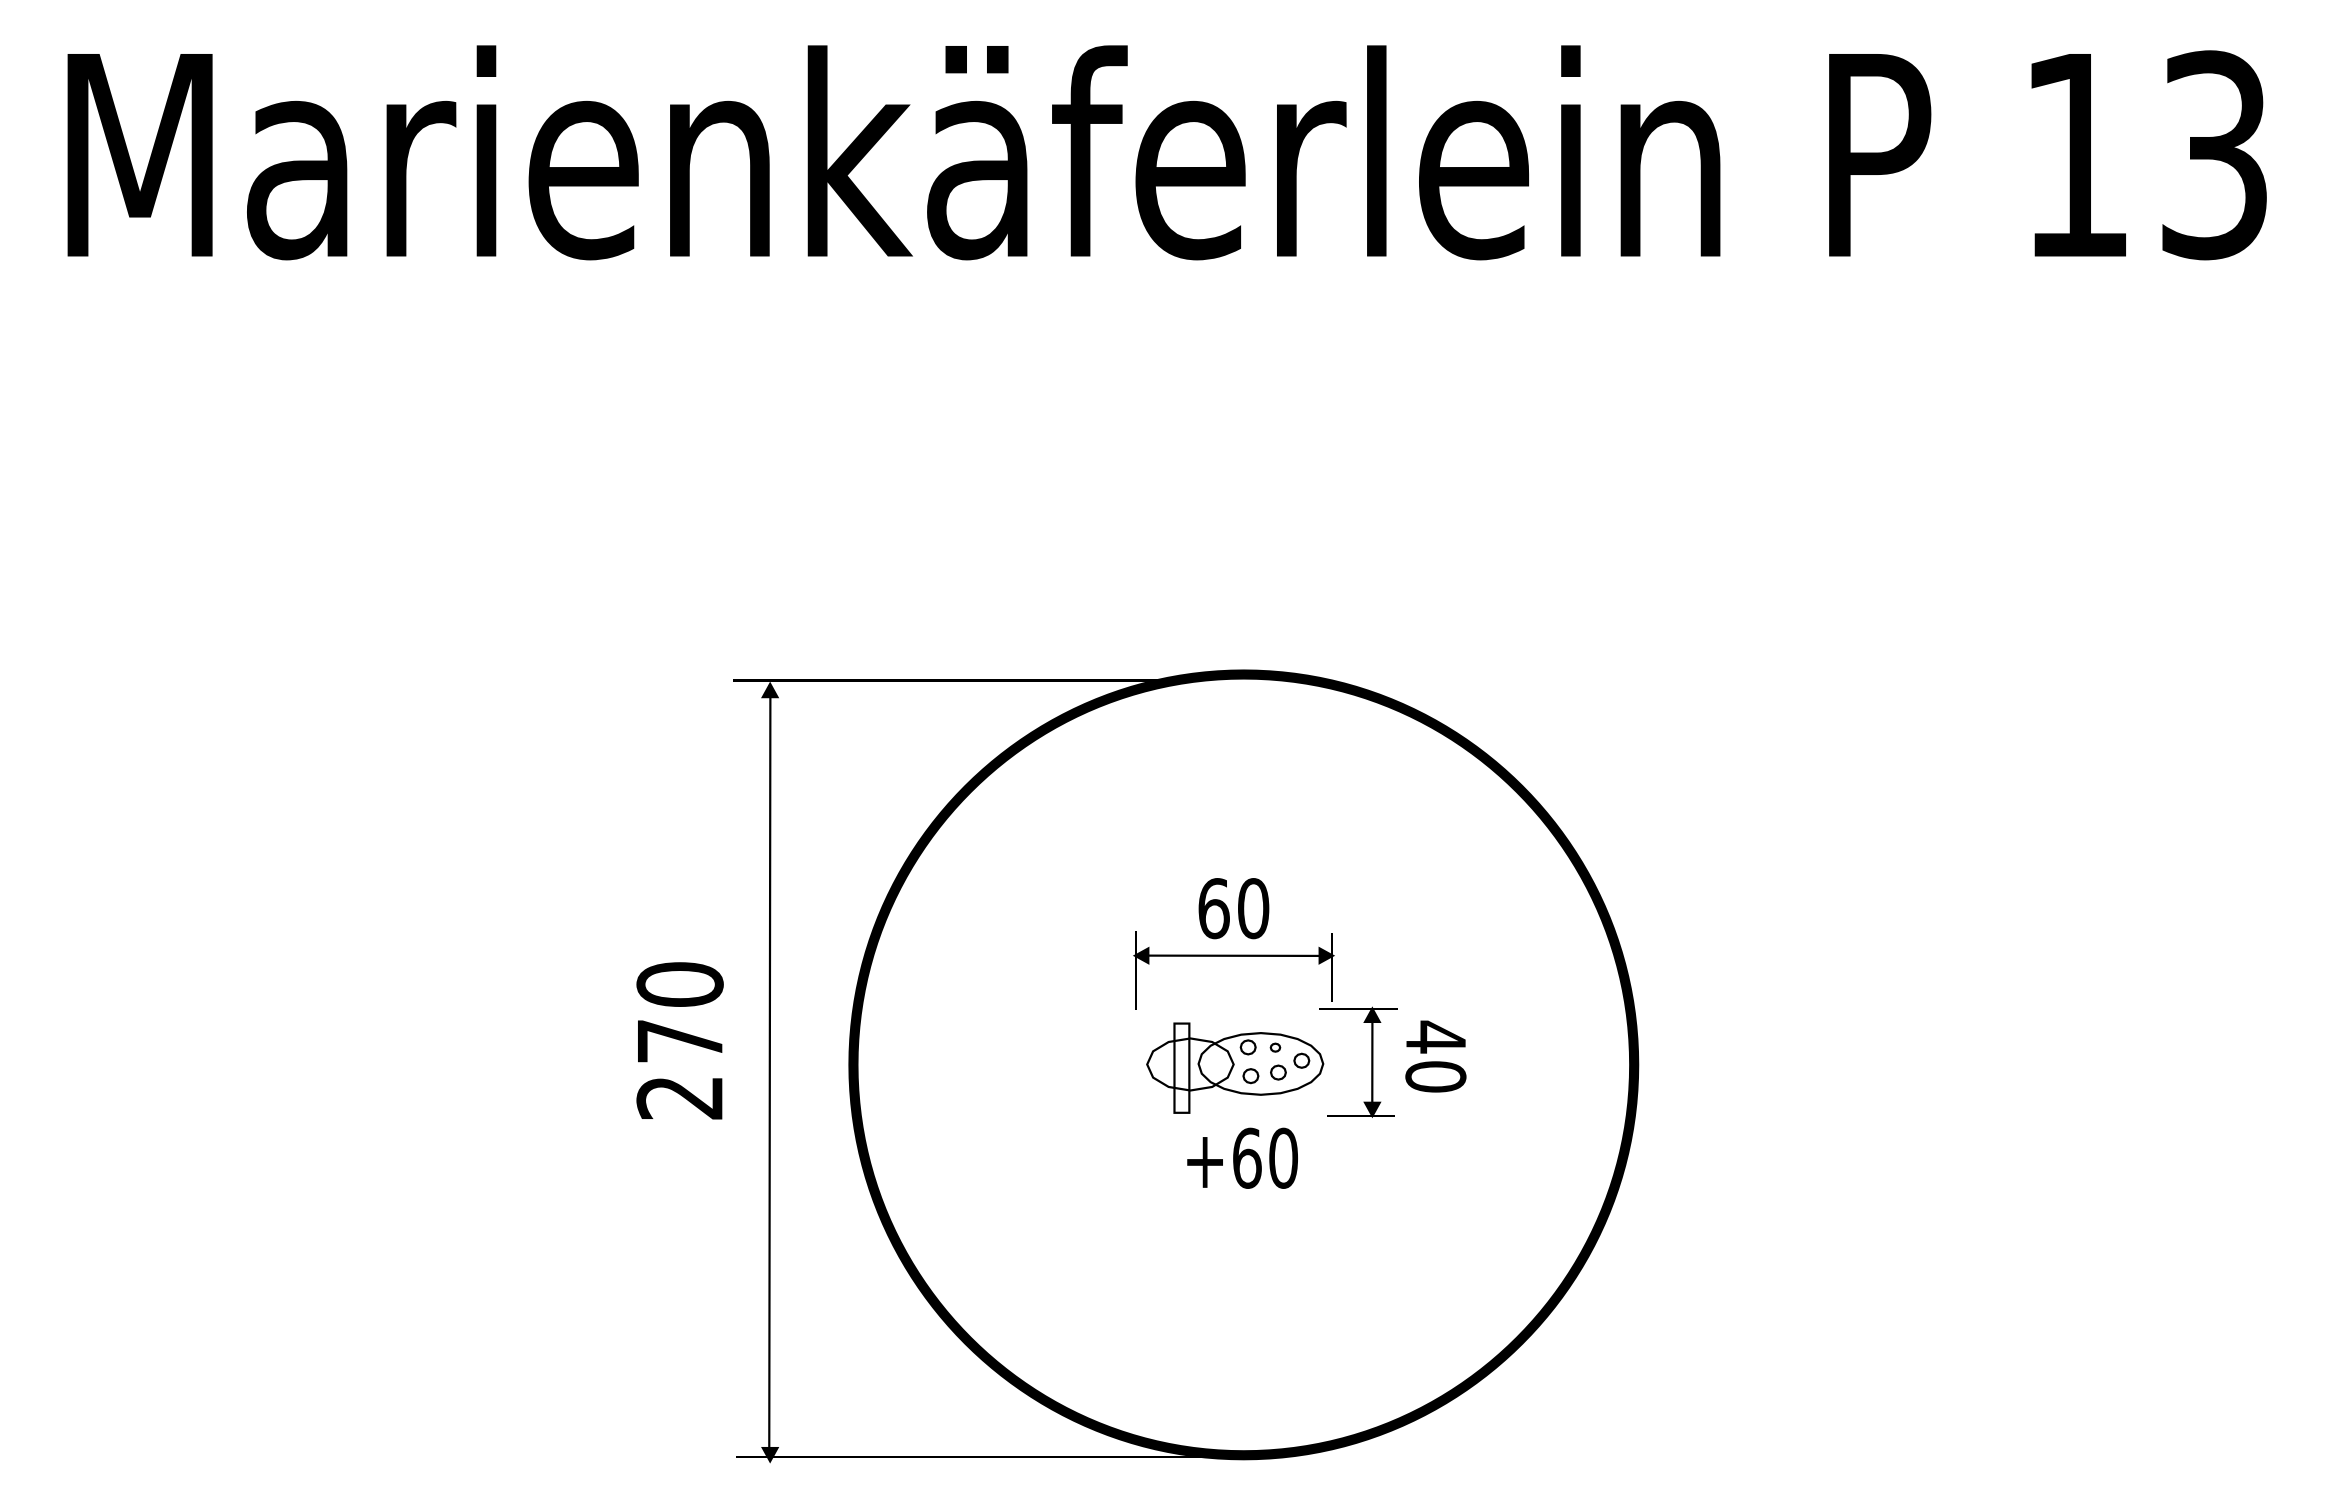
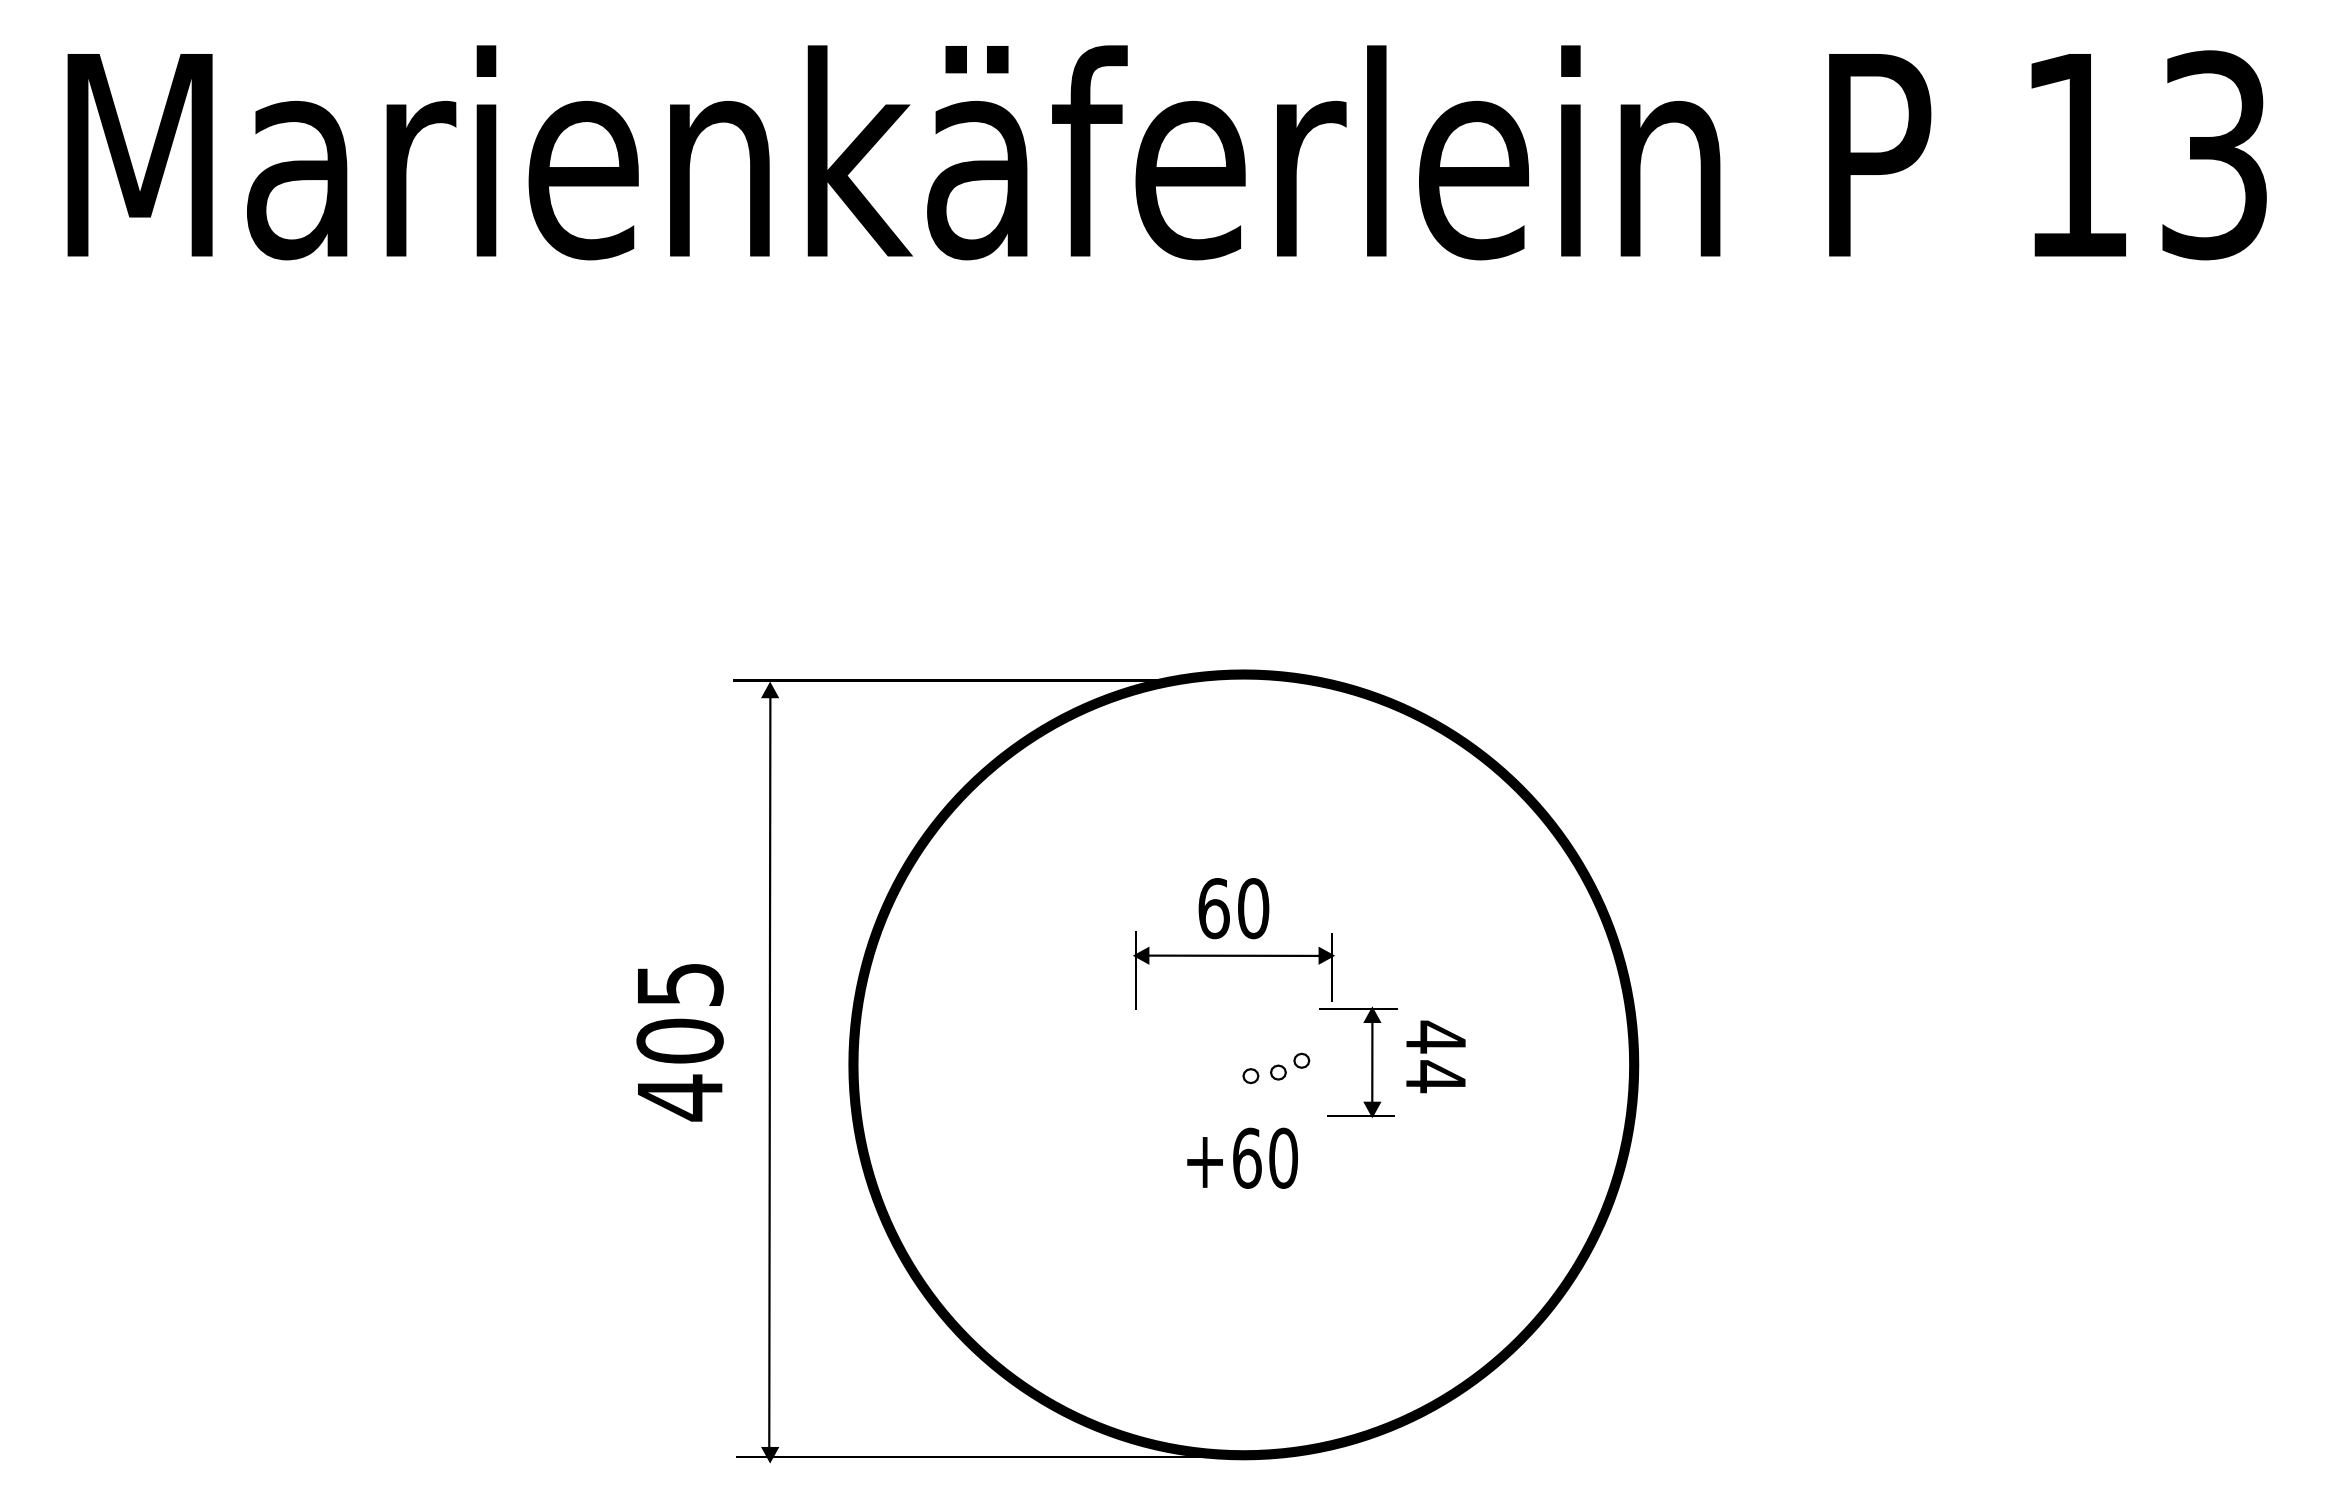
text at (679, 1041): 270 -> 405
part at (1235, 1067): present -> none
text at (1435, 1076): 40 -> 44
